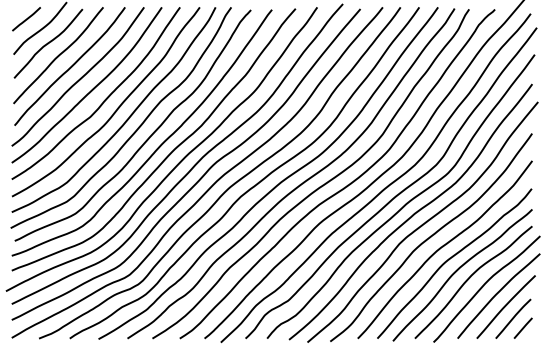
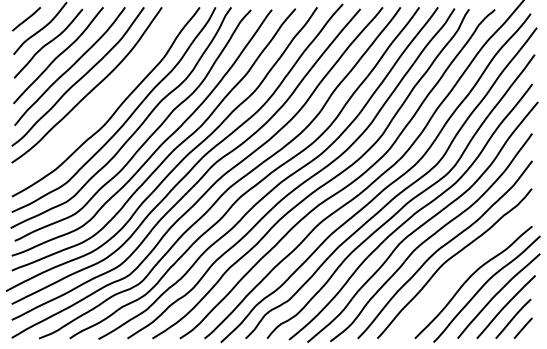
curve at (103, 100): present -> none
curve at (458, 270): present -> none
